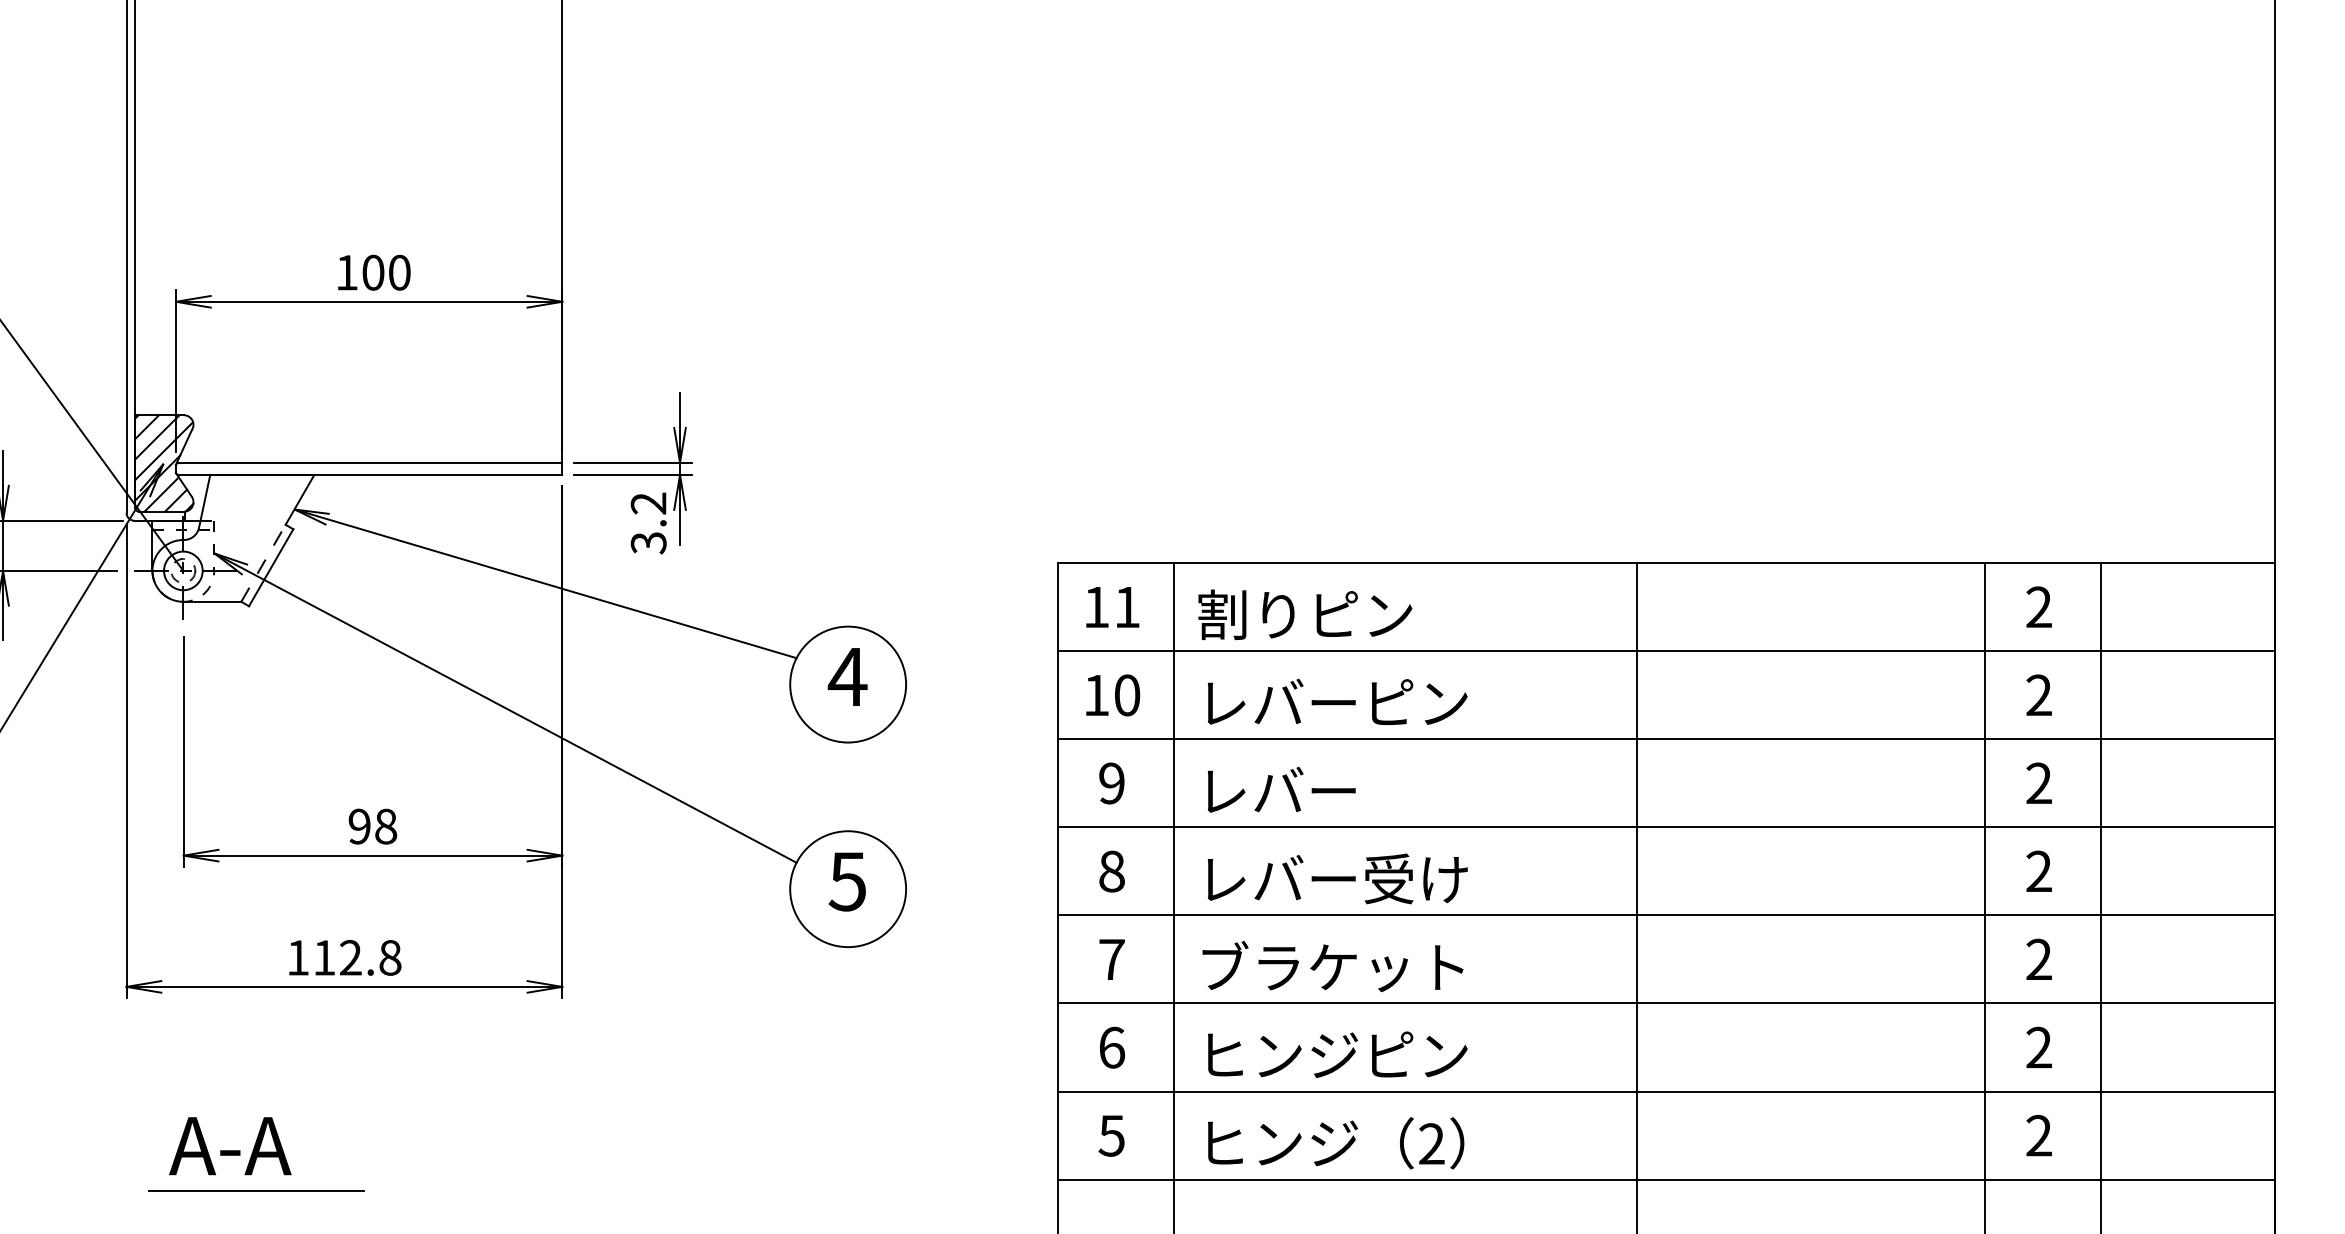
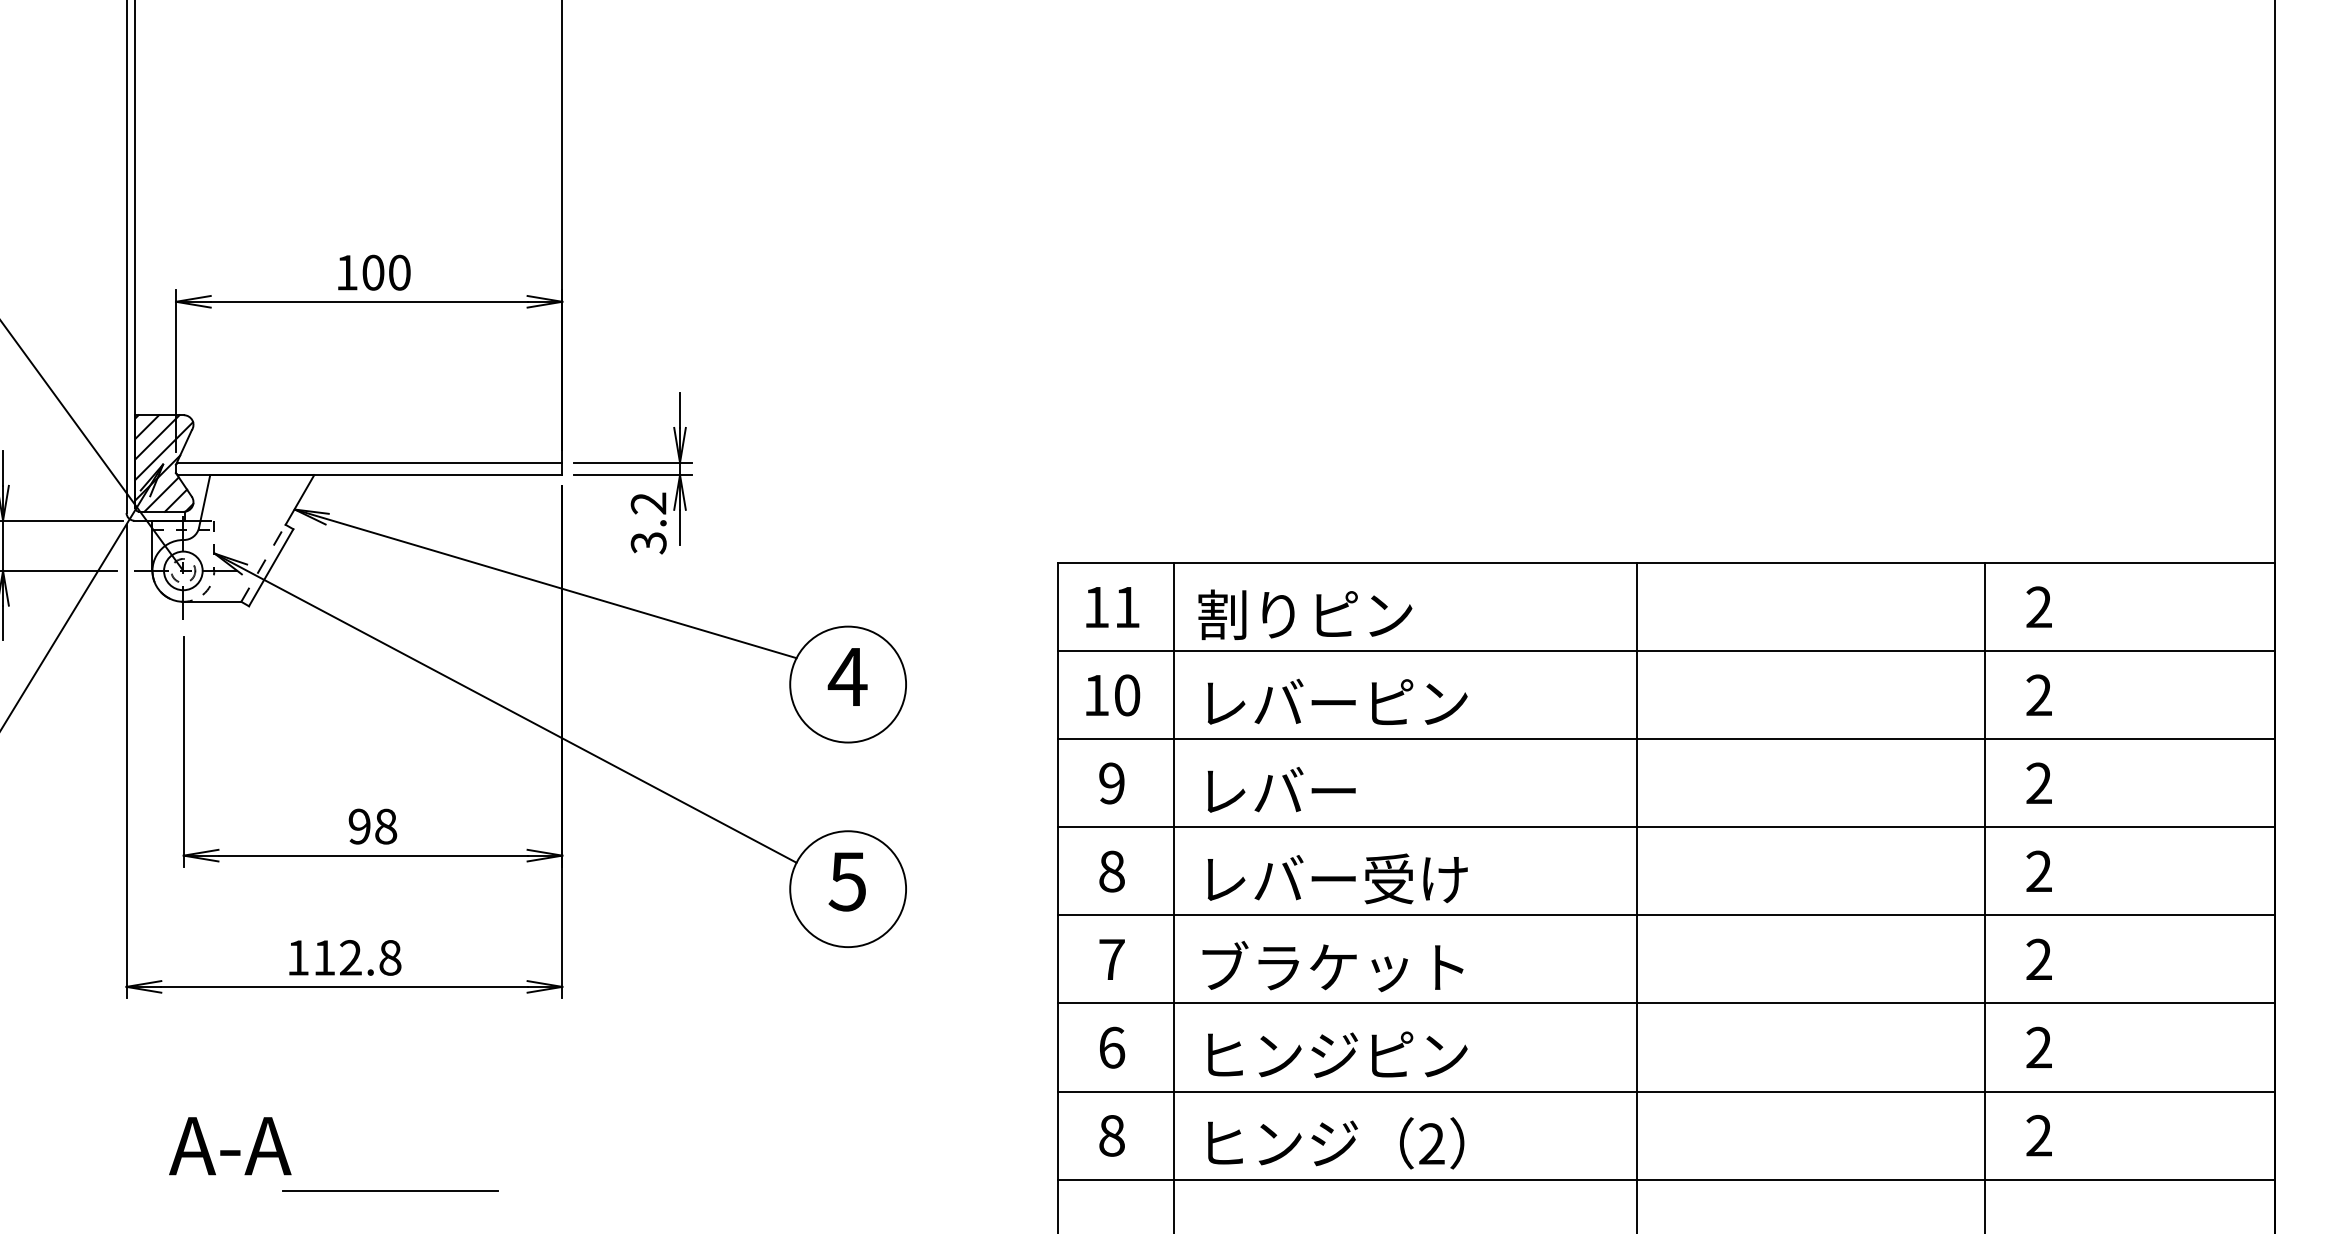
line at (2100, 896): present -> none
text at (1111, 1135): 5 -> 8
line at (256, 1190) position: (256, 1190) -> (390, 1190)
